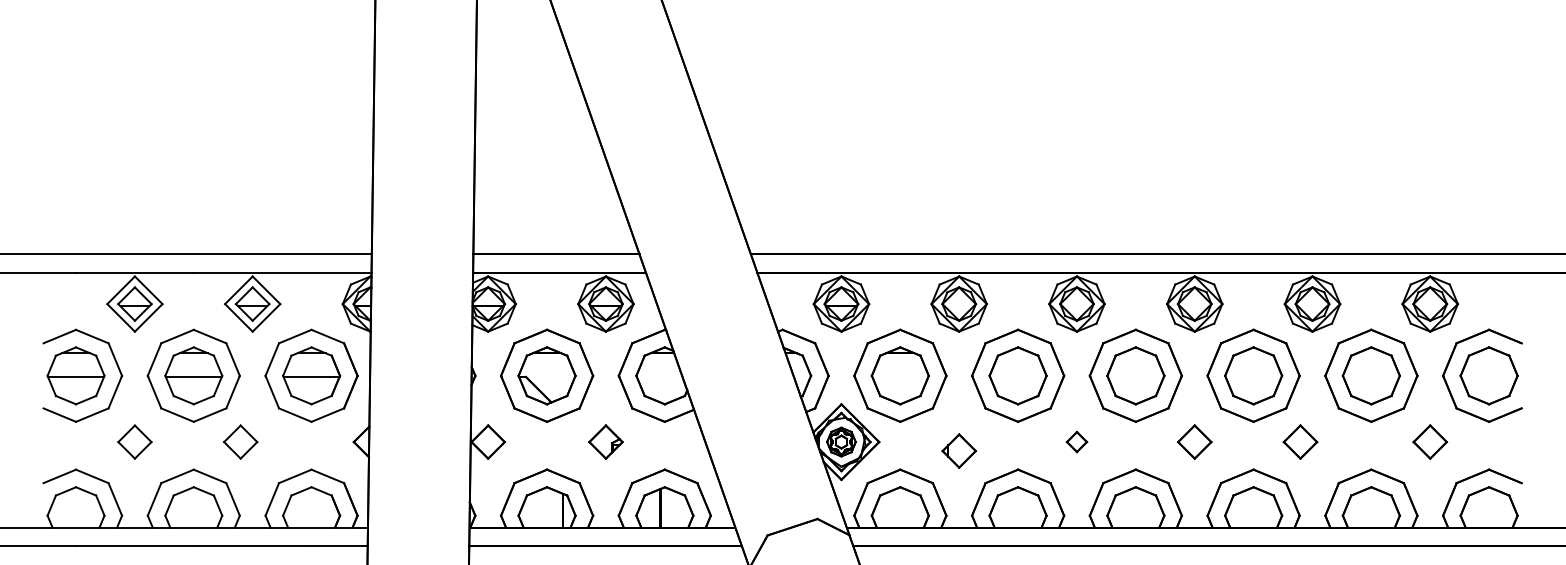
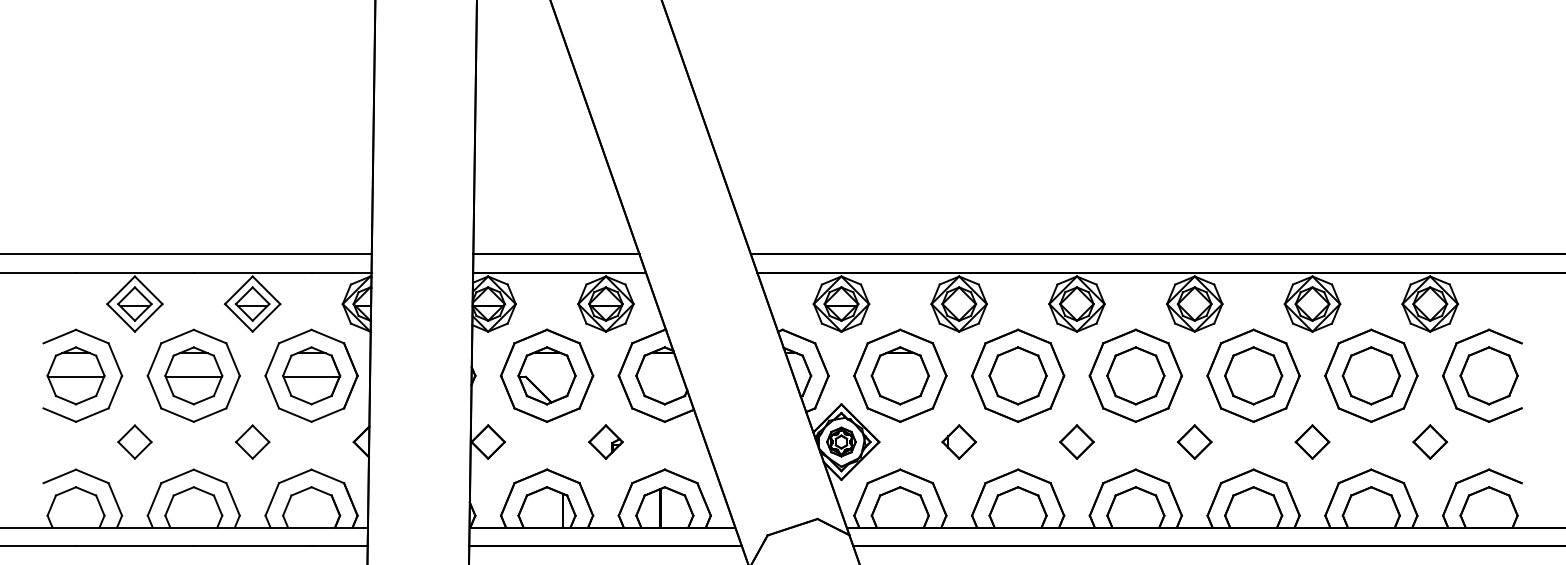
part at (240, 441) position: (240, 441) -> (252, 441)
part at (1076, 441) size: 24x24 px -> 36x36 px
part at (1300, 441) position: (1300, 441) -> (1312, 441)
part at (958, 450) position: (958, 450) -> (958, 441)
